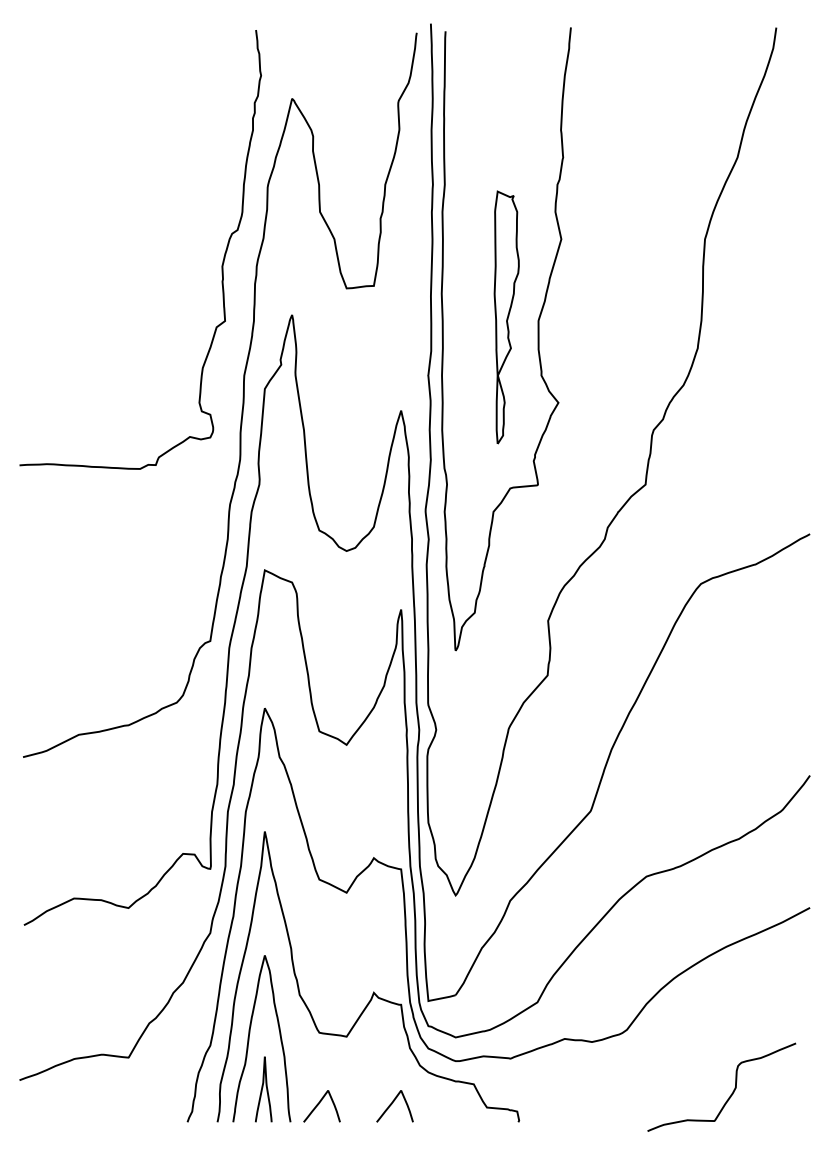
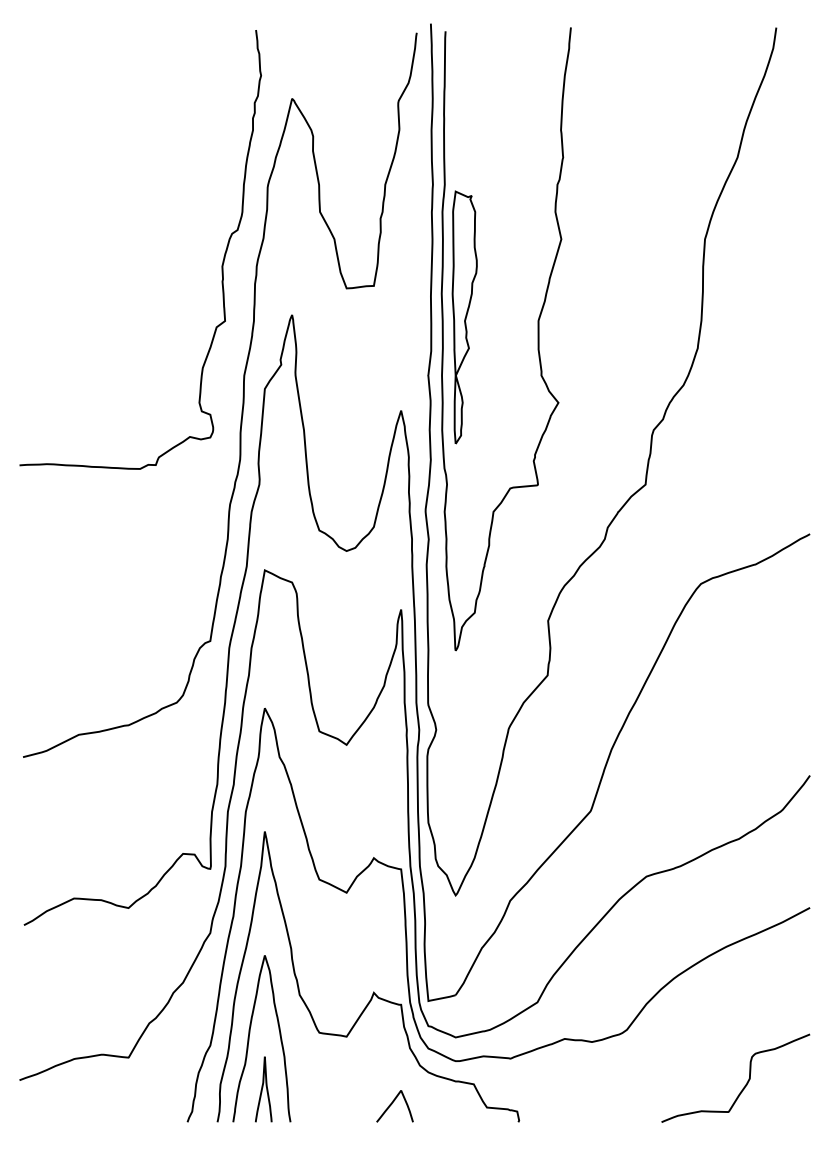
part at (506, 317) position: (506, 317) -> (464, 317)
curve at (730, 1094) position: (730, 1094) -> (744, 1085)
curve at (319, 1104): present -> none
